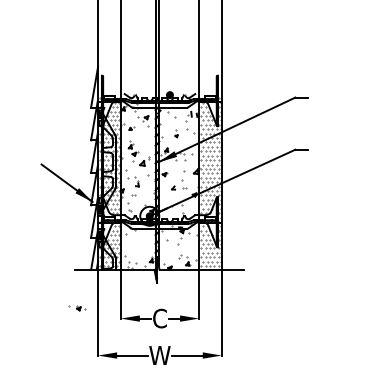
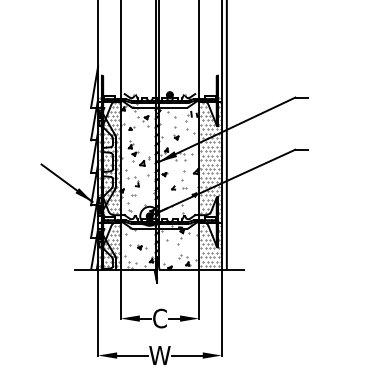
part at (176, 133) size: 5x10 px -> 7x15 px
line at (226, 135): none -> present
part at (77, 308) position: (77, 308) -> (138, 247)
